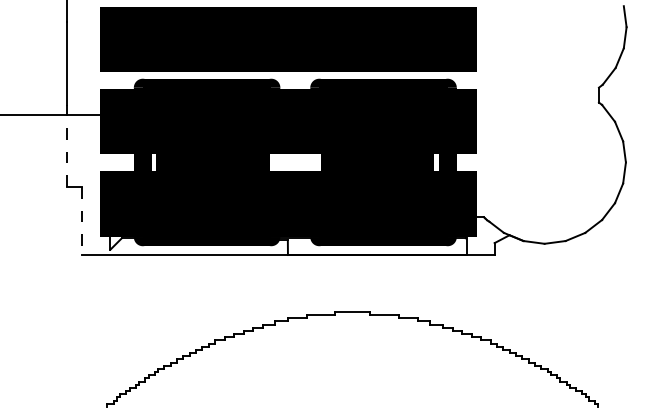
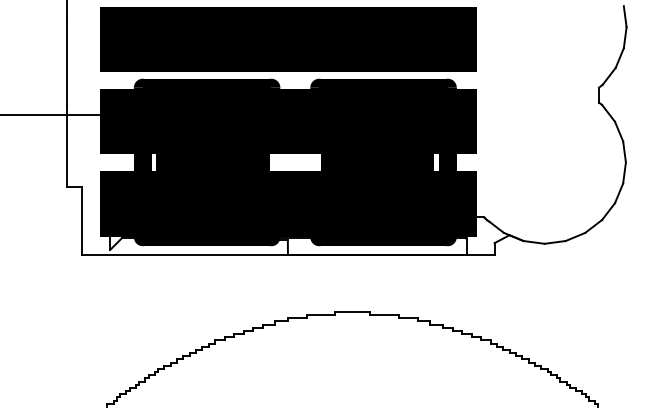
line at (66, 146): dashed -> solid
line at (81, 220): dashed -> solid
